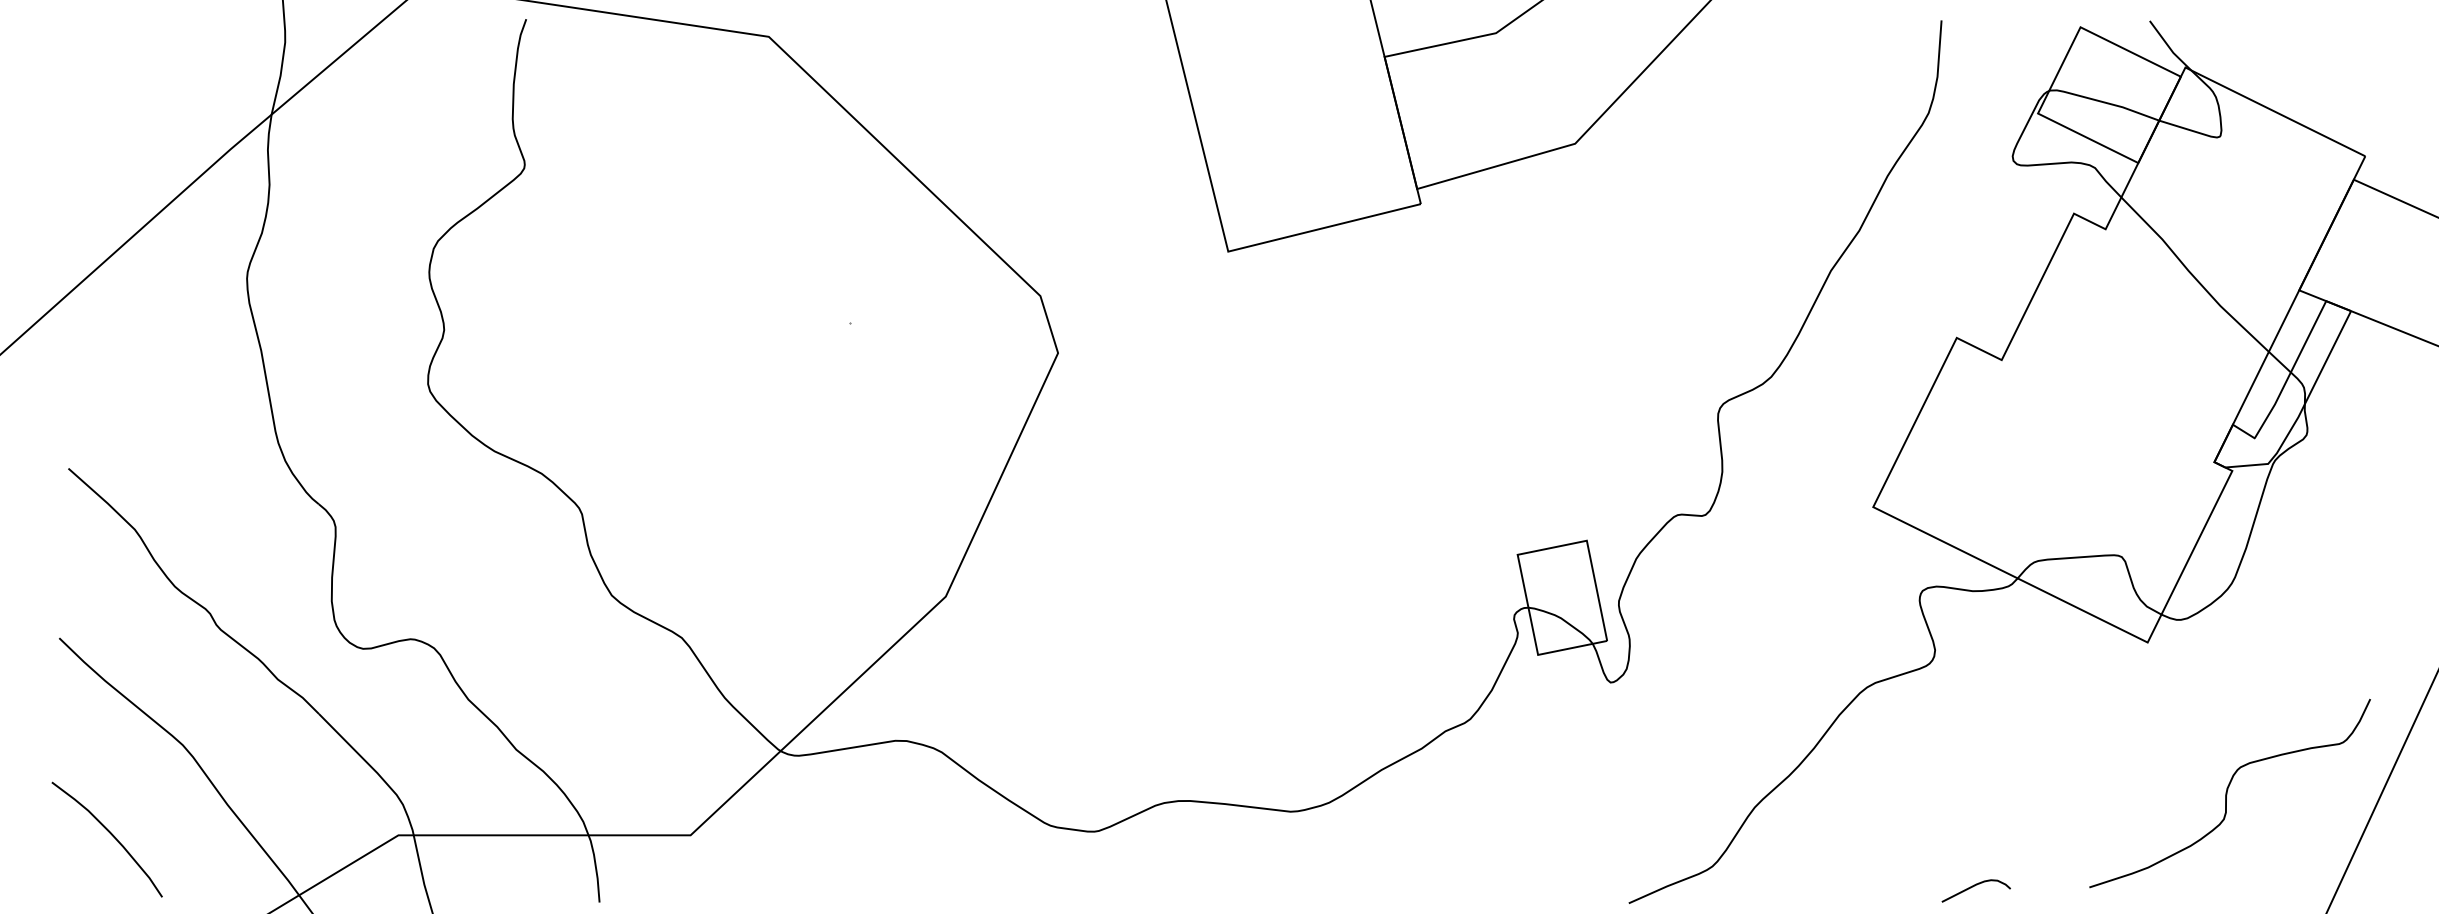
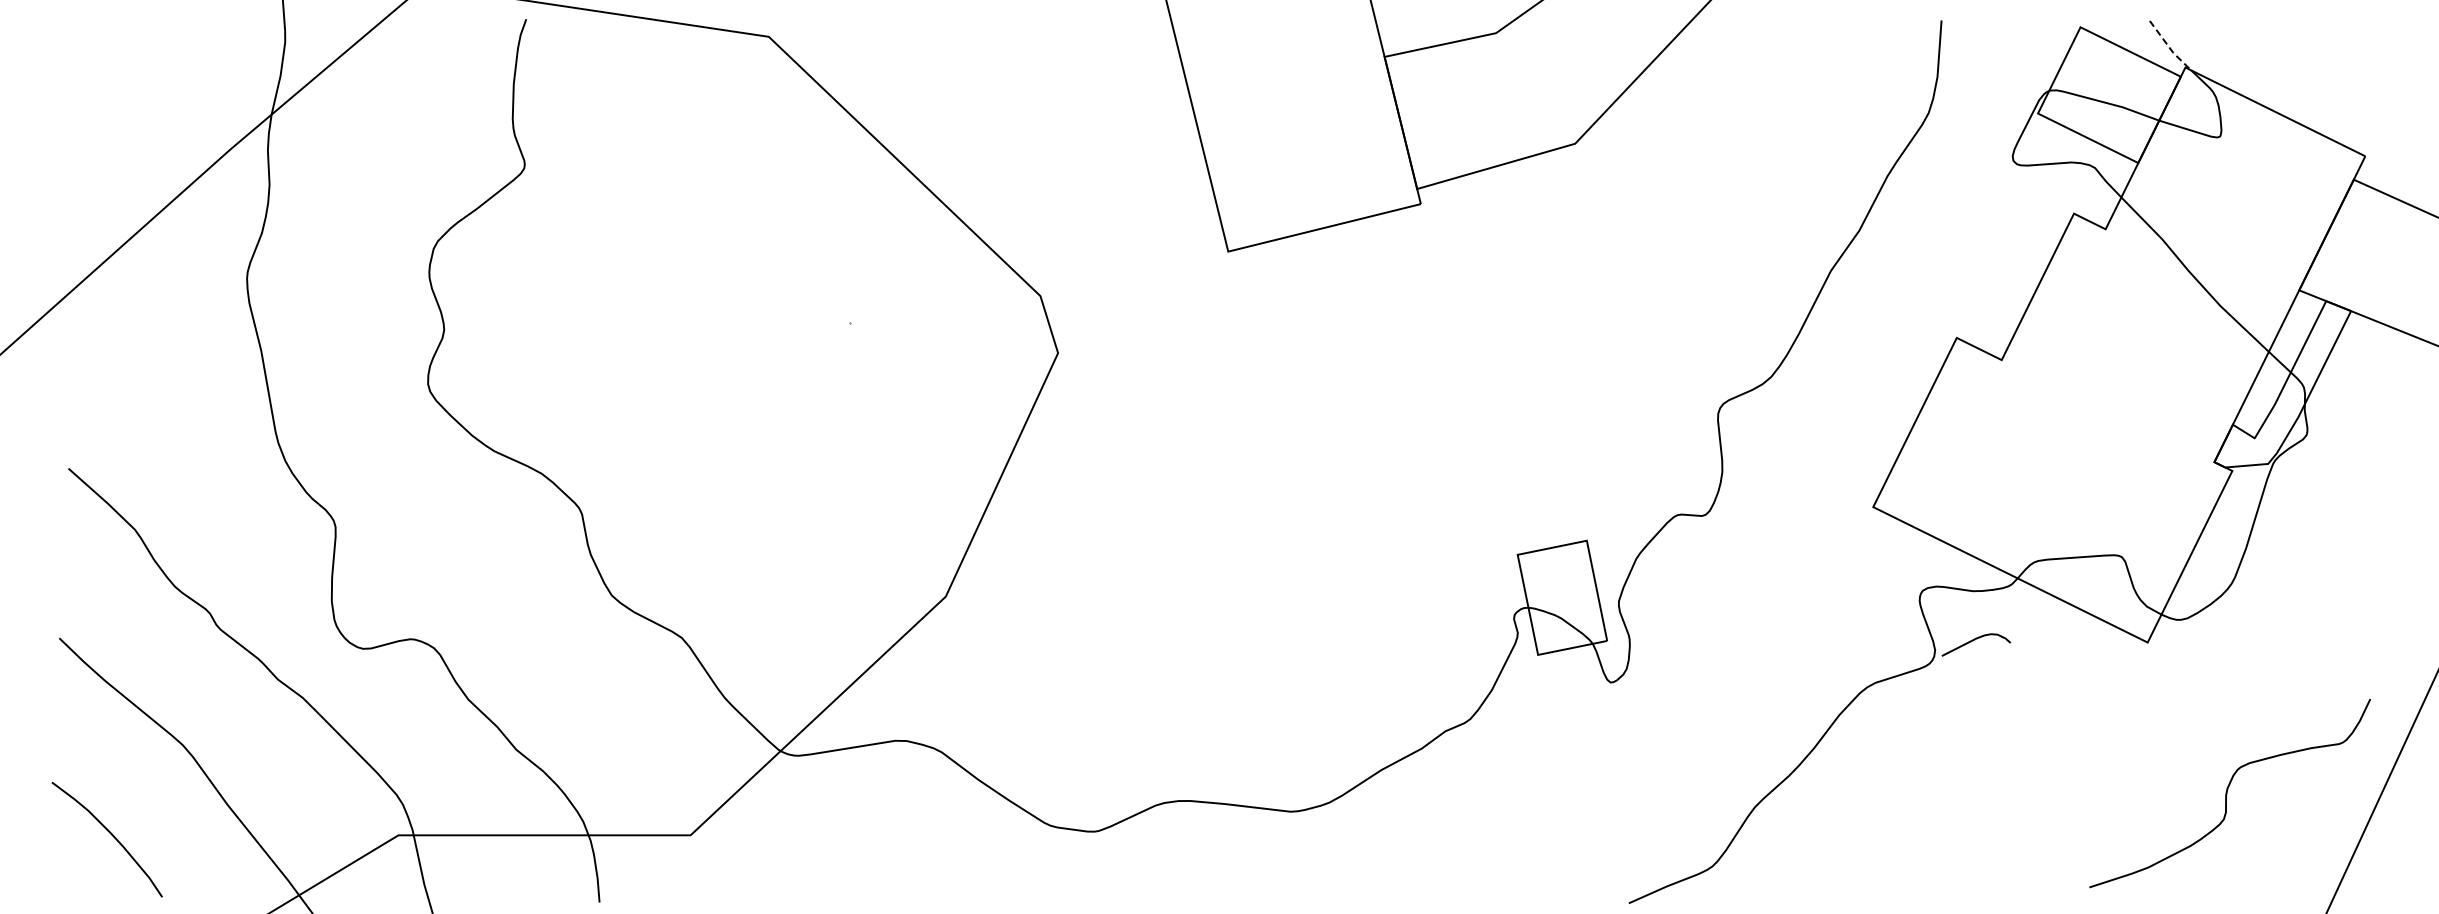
line at (2169, 47): solid -> dashed
curve at (1973, 887) position: (1973, 887) -> (1973, 641)
